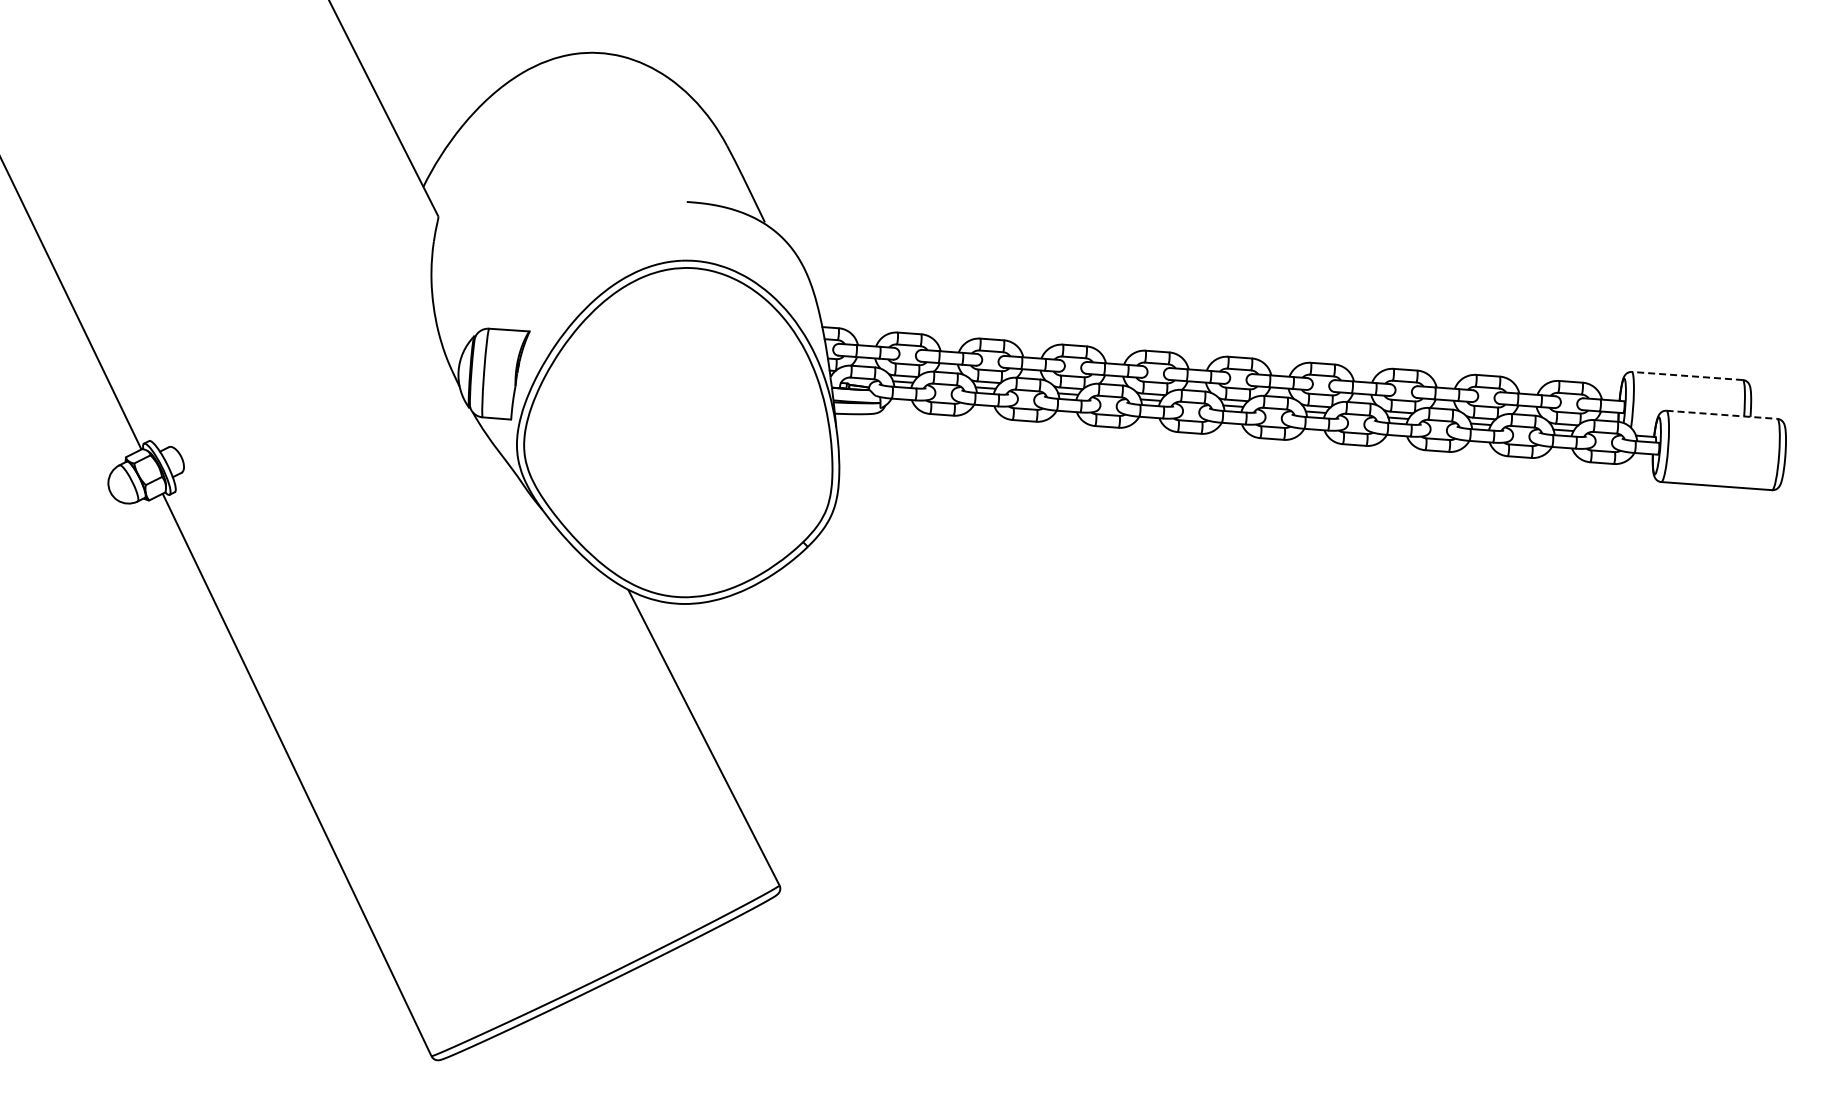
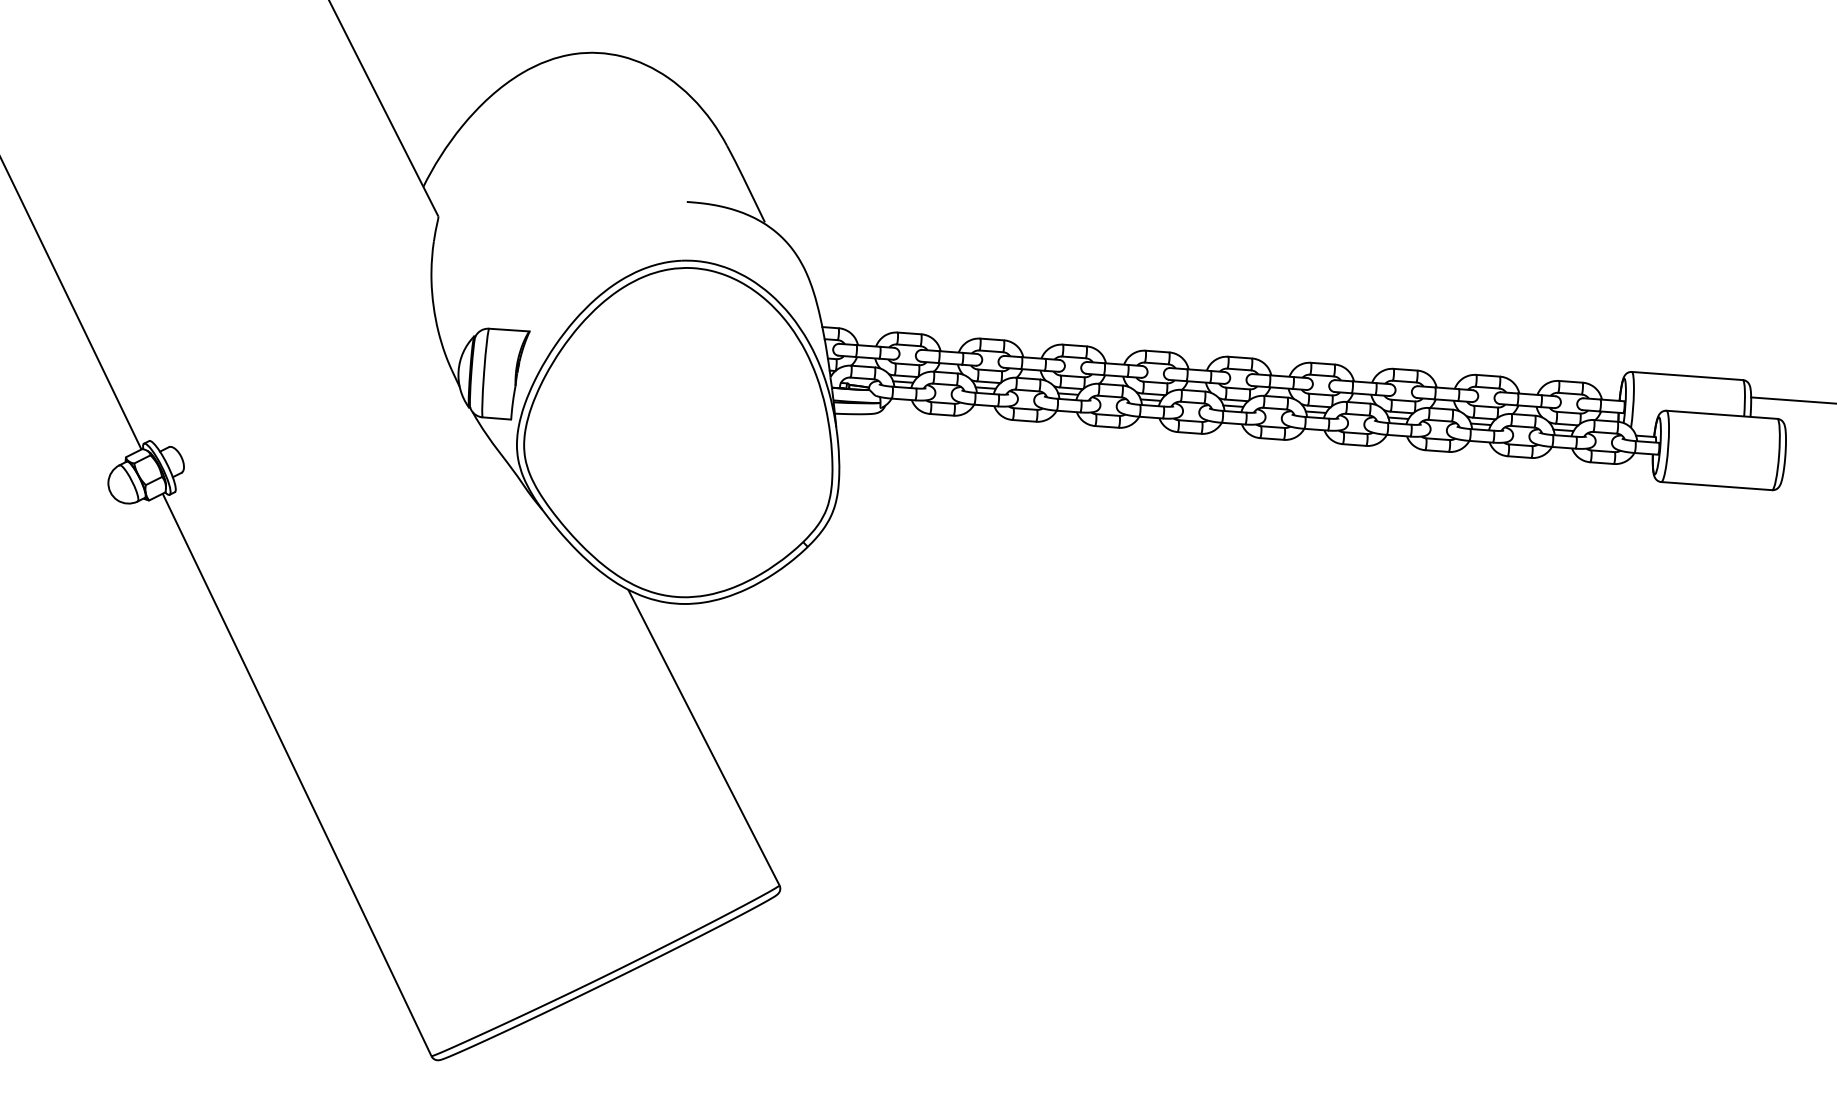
line at (1687, 376): dashed -> solid
line at (1792, 400): none -> present
line at (1721, 414): dashed -> solid
